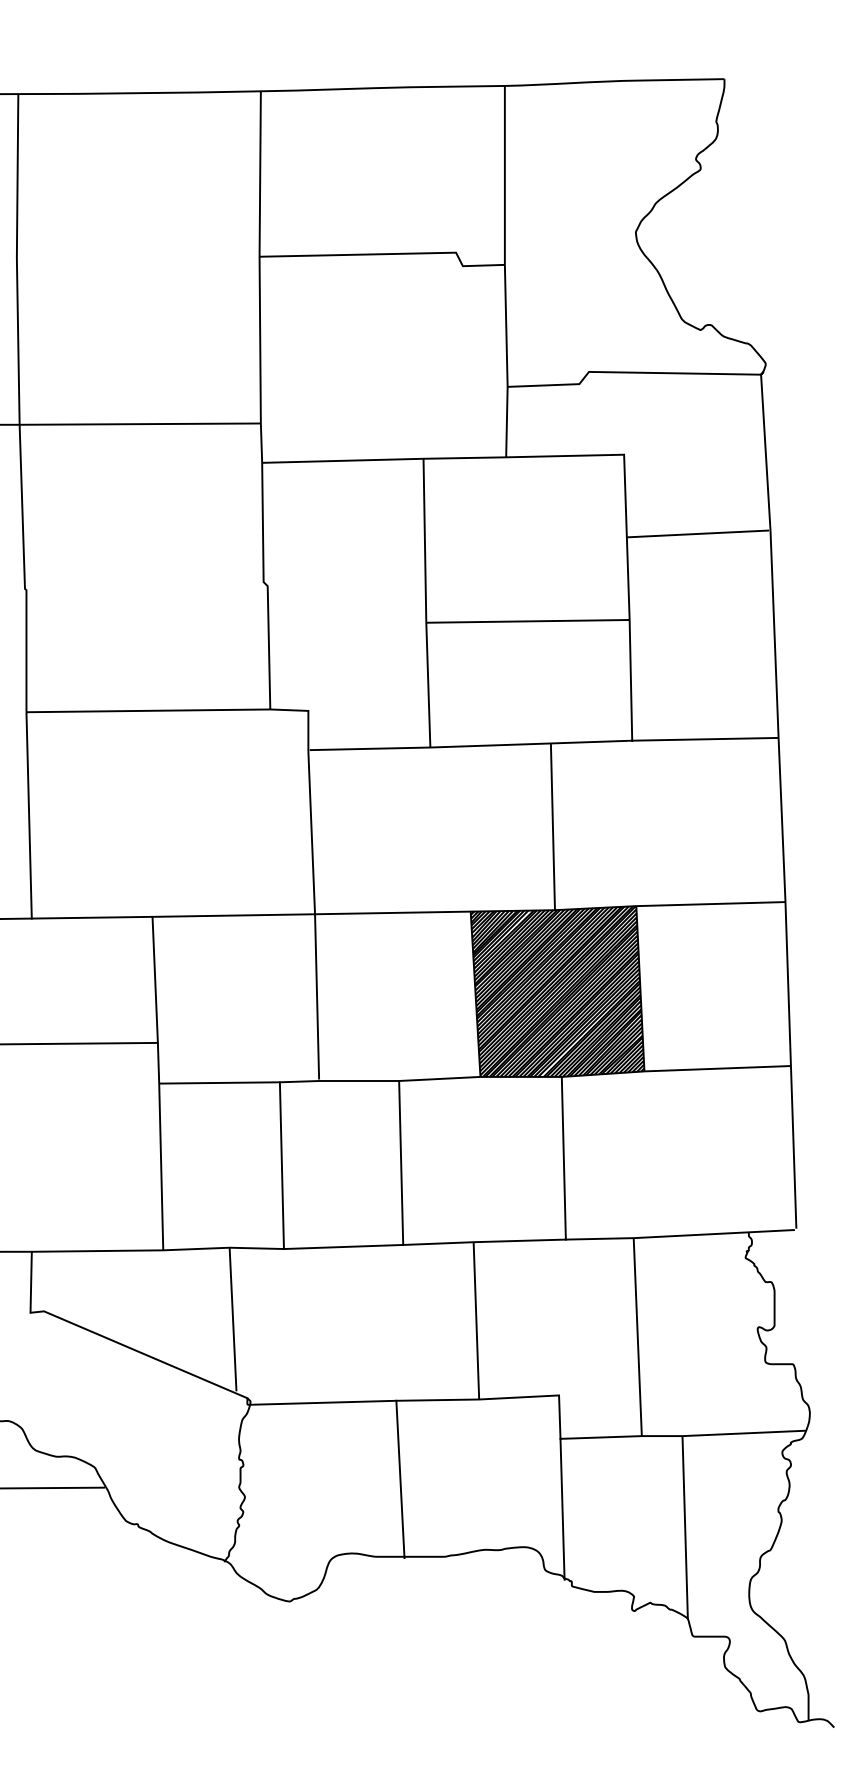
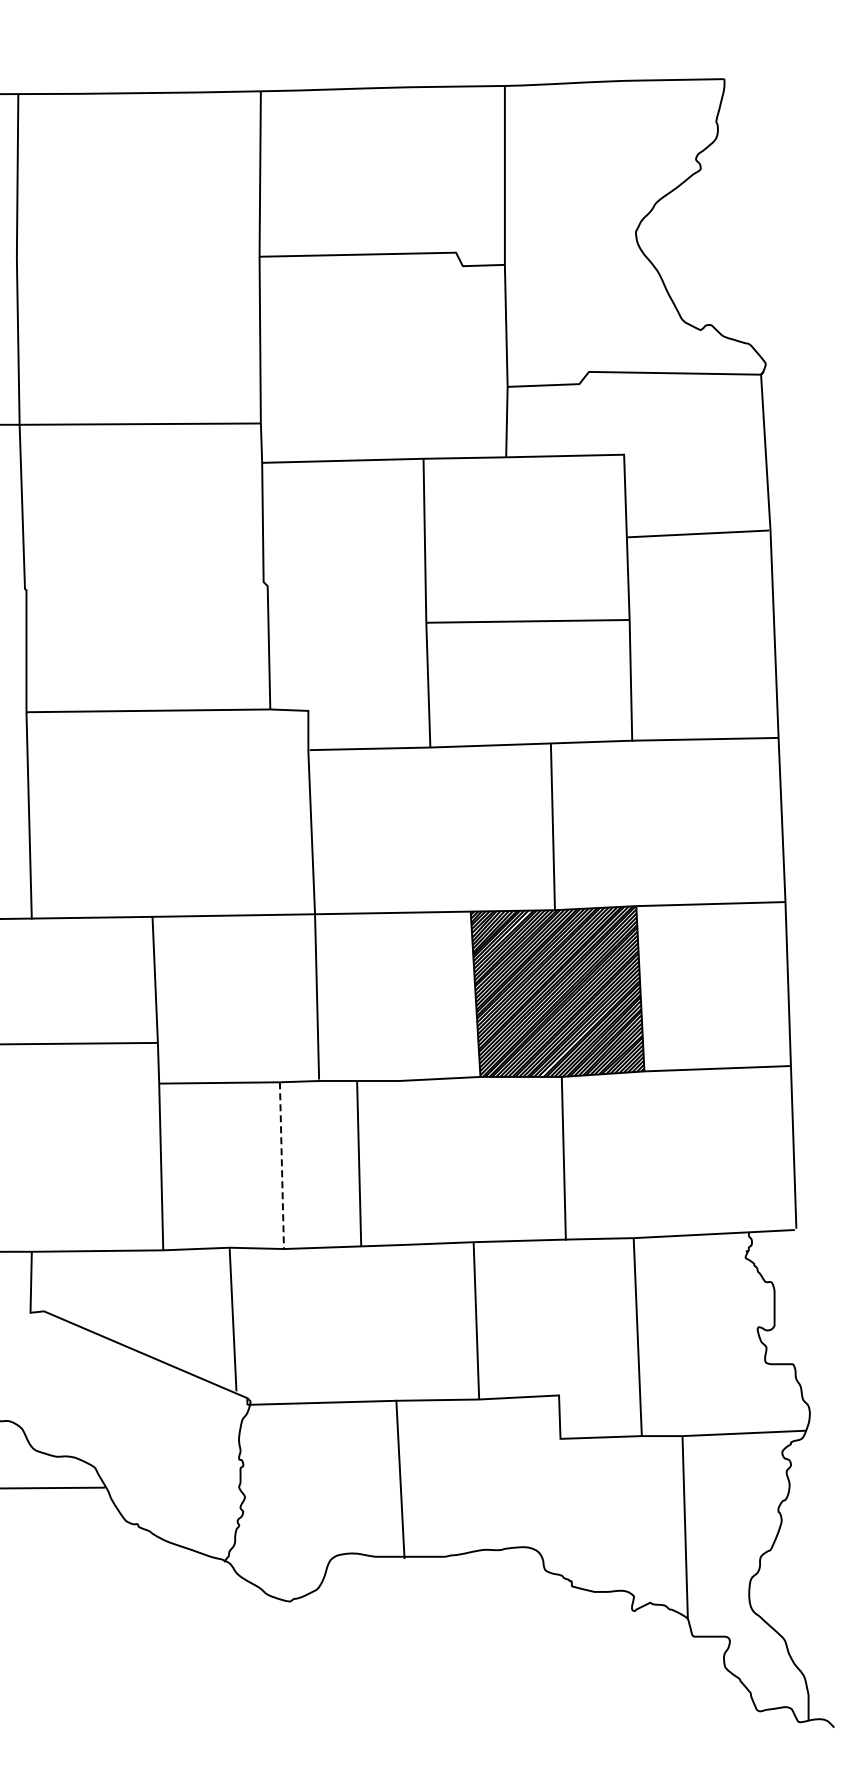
line at (401, 1162) position: (401, 1162) -> (359, 1163)
line at (281, 1166): solid -> dashed
line at (562, 1508): present -> none
